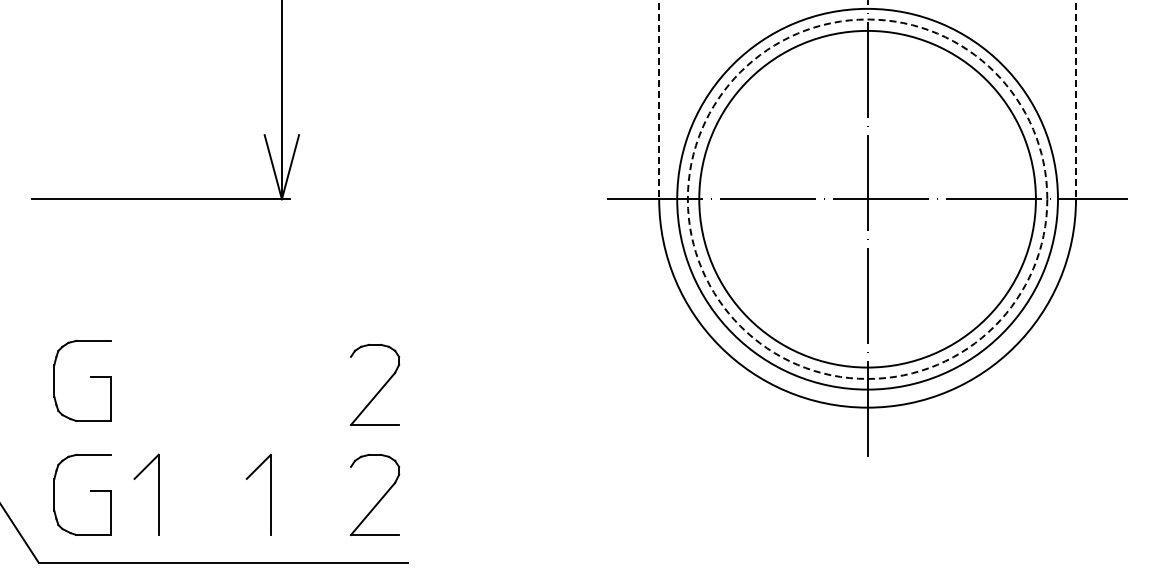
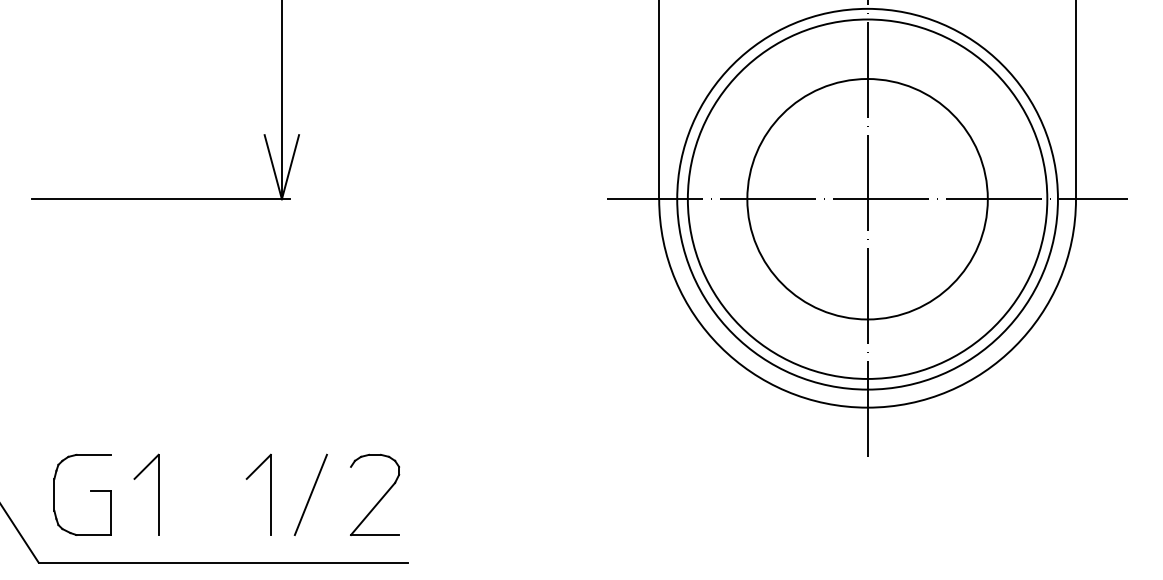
line at (659, 100): dashed -> solid
line at (1076, 100): dashed -> solid
circle at (867, 198) diameter: 337 px -> 240 px
circle at (867, 198): dashed -> solid
part at (90, 377): present -> none
part at (380, 388): present -> none
line at (310, 494): none -> present
